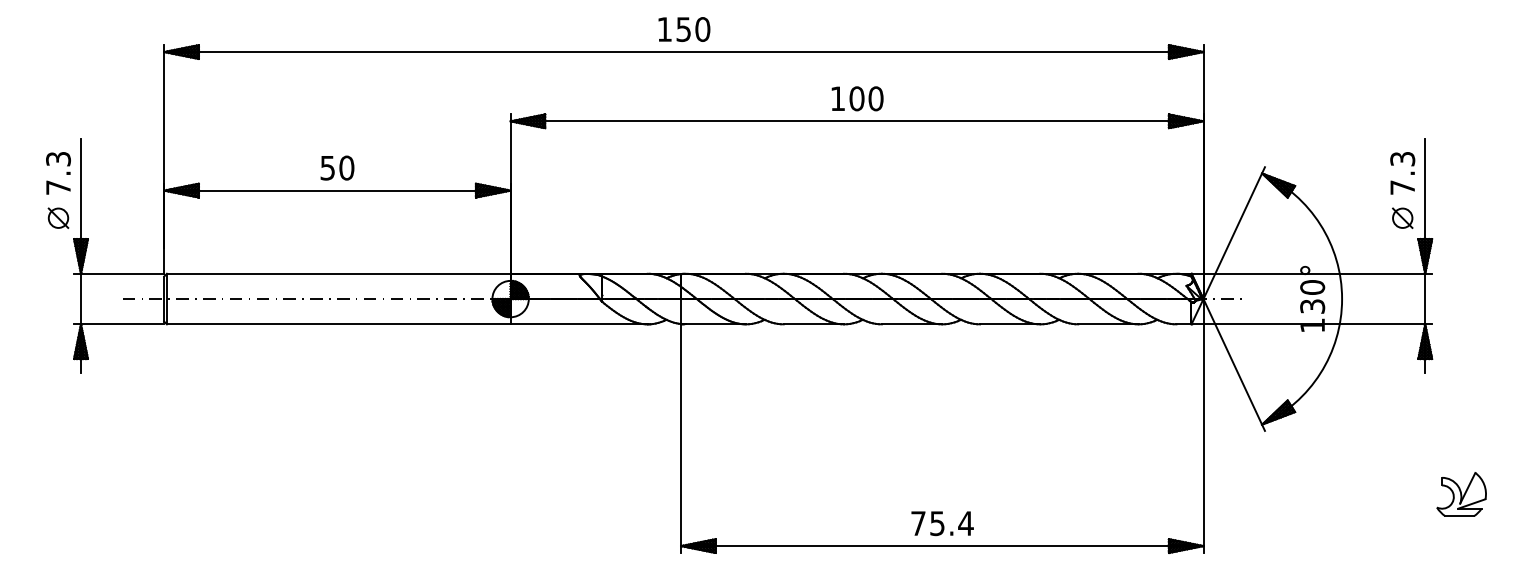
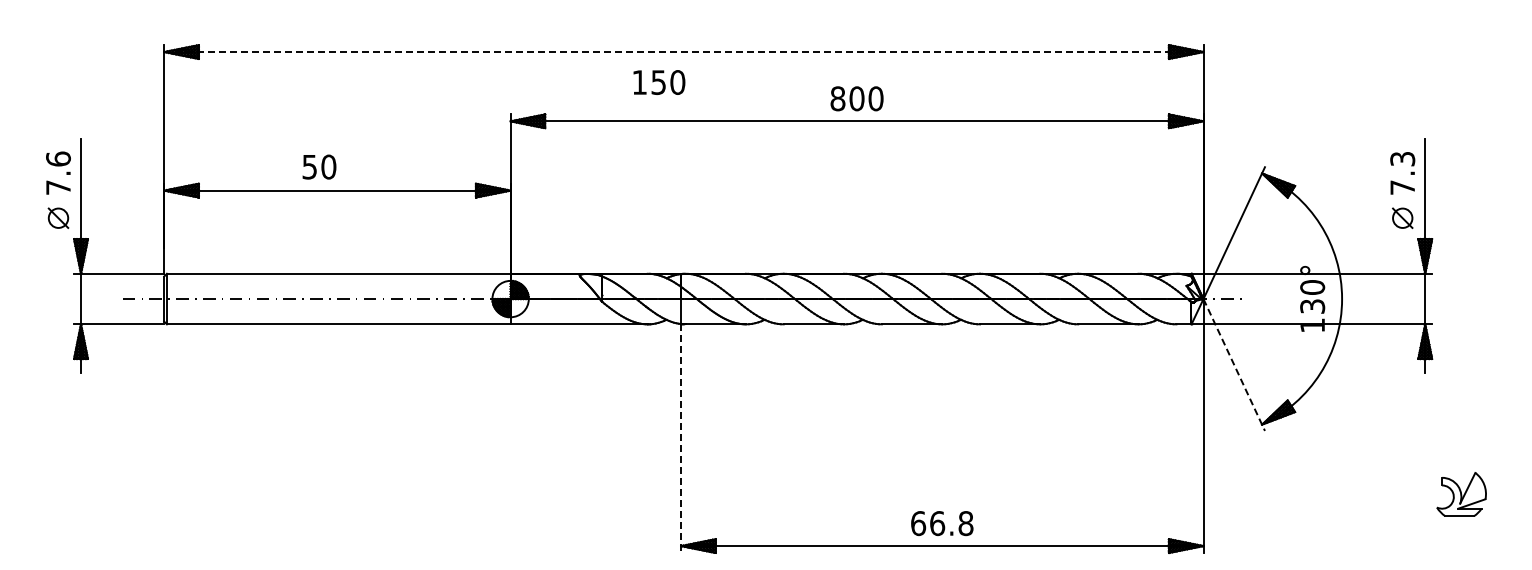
text at (684, 29) position: (684, 29) -> (659, 82)
line at (683, 52): solid -> dashed
text at (837, 98): 100 -> 800
text at (58, 158): 7.3 -> 7.6
text at (337, 167) position: (337, 167) -> (319, 166)
line at (1234, 365): solid -> dashed
line at (681, 439): solid -> dashed
text at (942, 523): 75.4 -> 66.8
